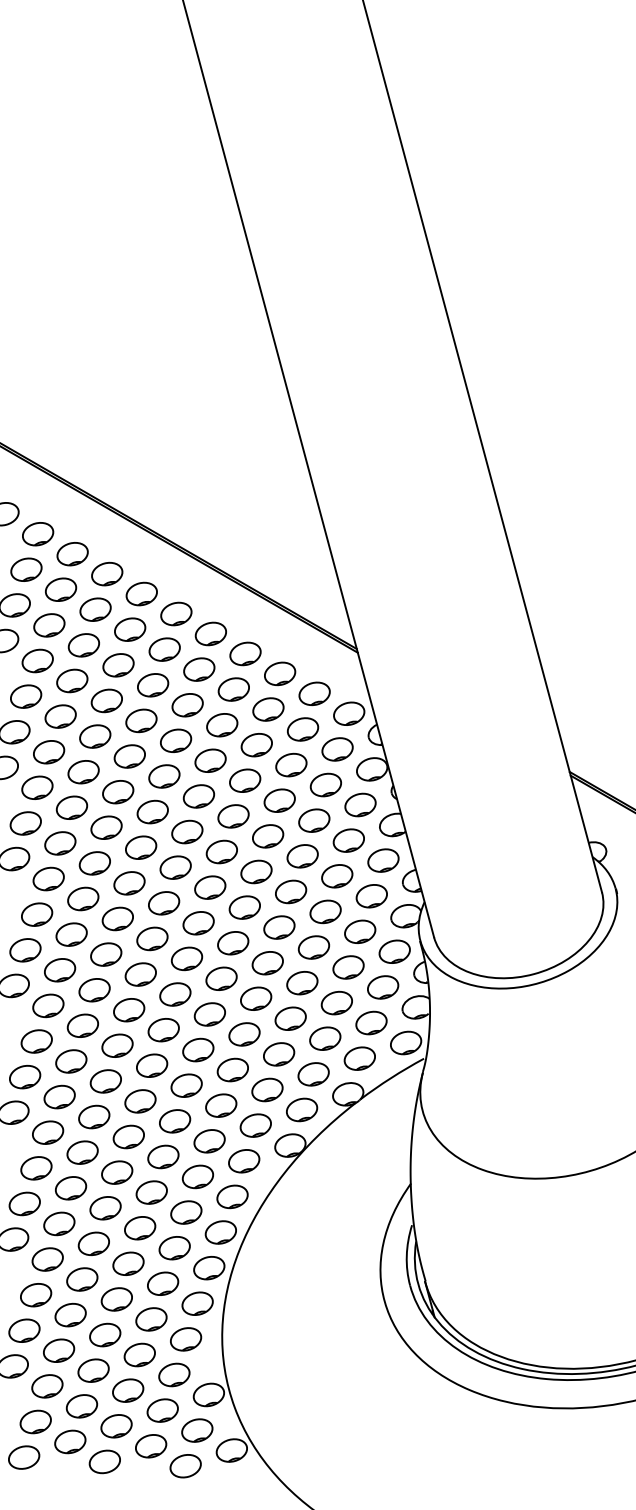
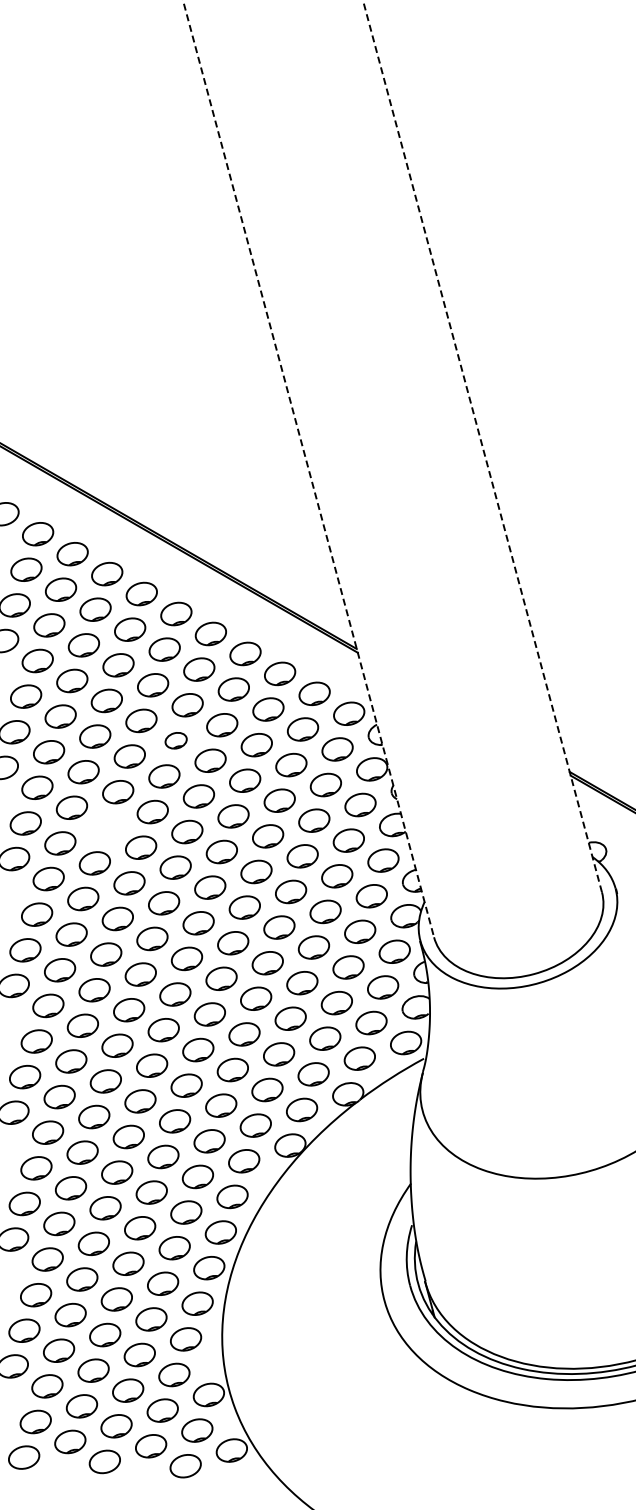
line at (482, 446): solid -> dashed
line at (308, 469): solid -> dashed
part at (176, 740) size: 33x25 px -> 24x18 px
part at (106, 827): present -> none
